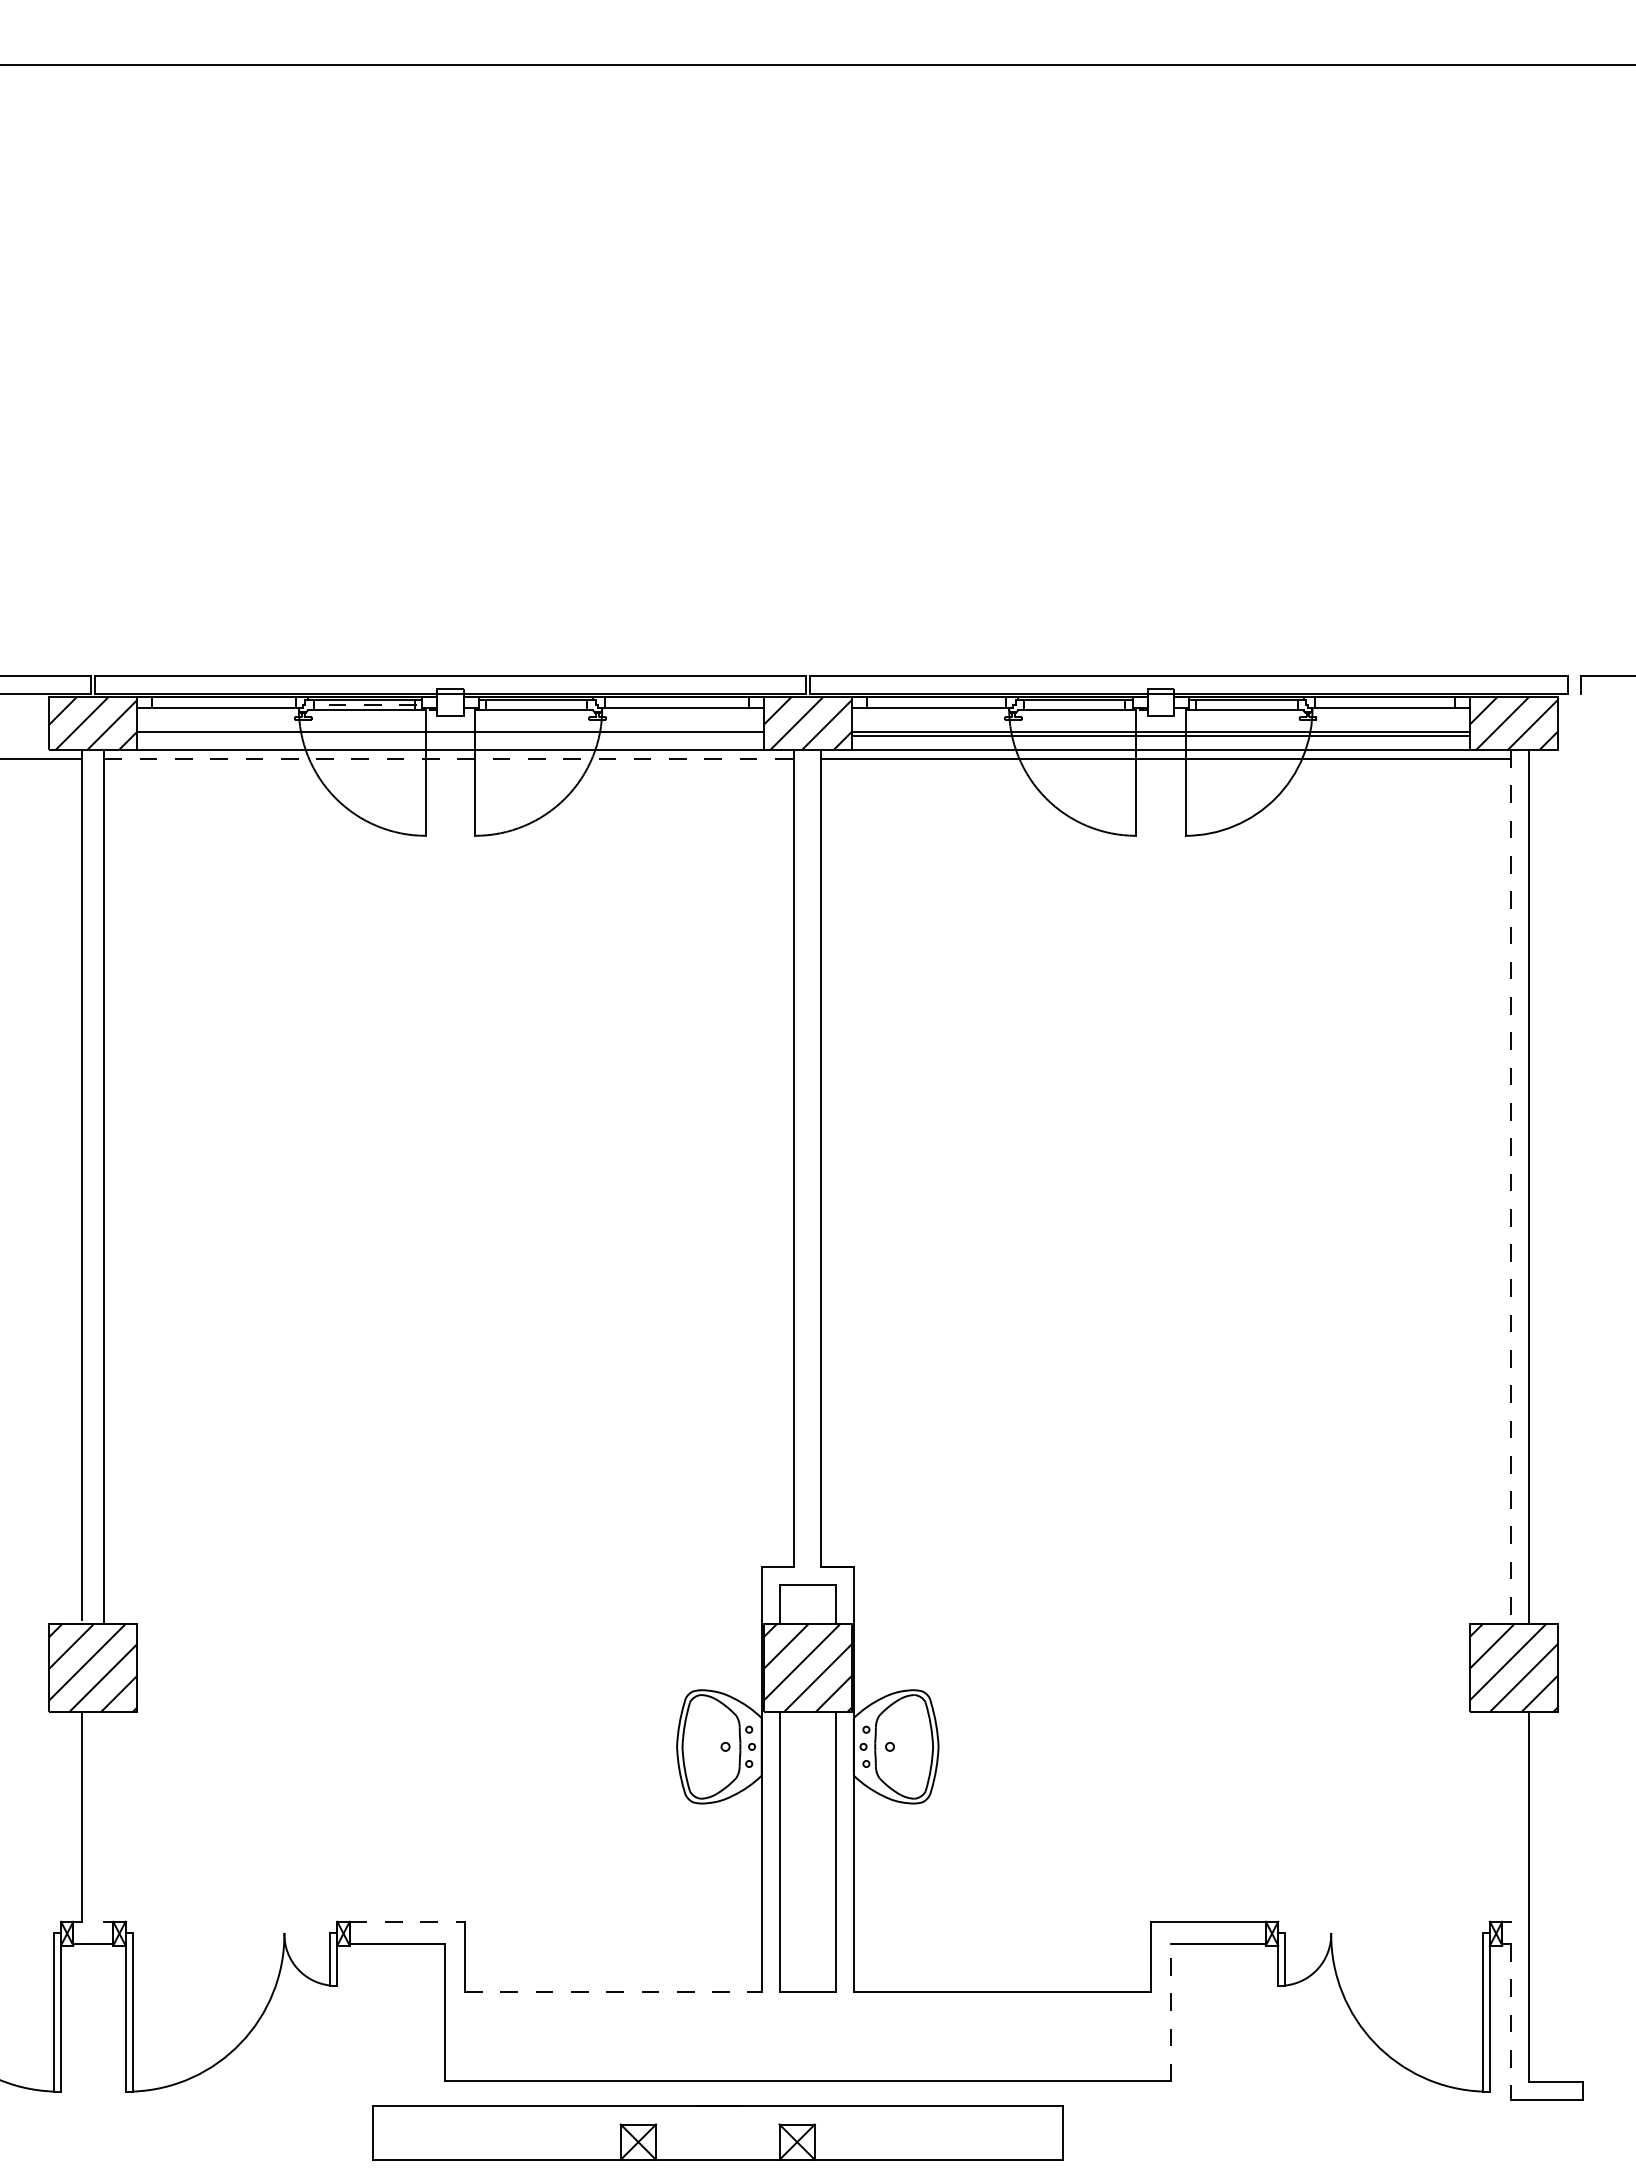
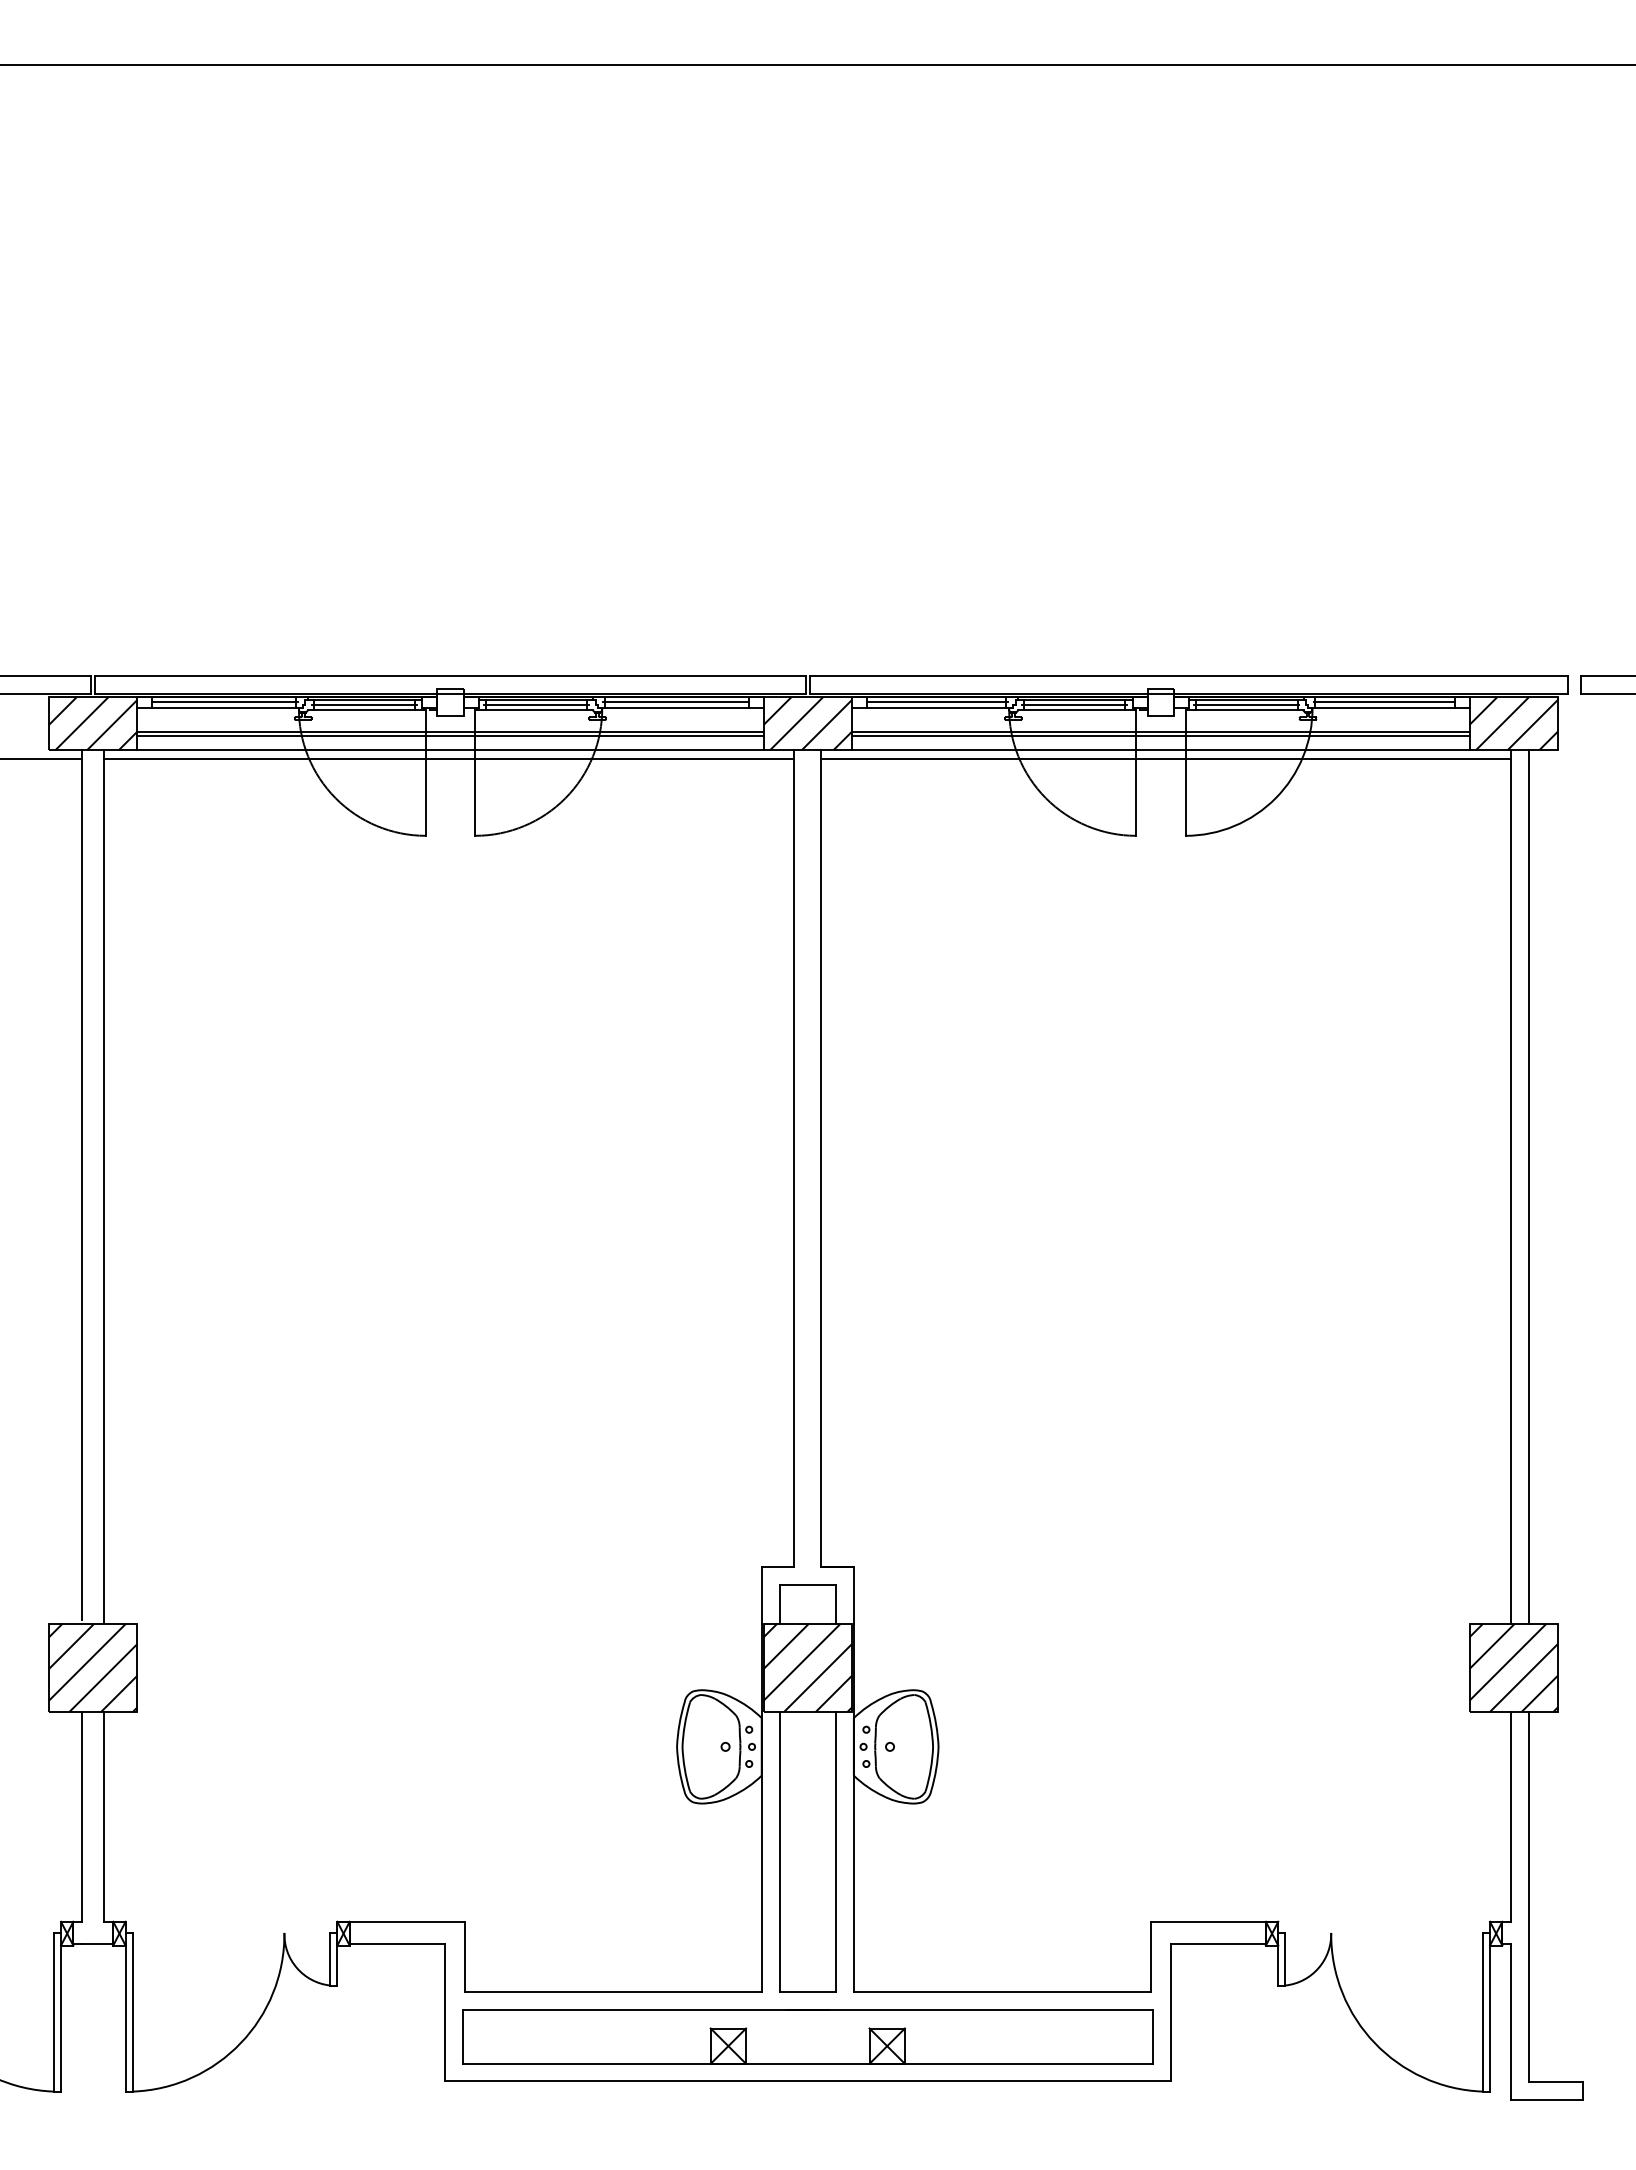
line at (1606, 693): none -> present
line at (224, 702): none -> present
line at (675, 702): none -> present
line at (936, 702): none -> present
line at (1383, 702): none -> present
line at (364, 705): dashed -> solid
line at (536, 705): none -> present
line at (1074, 705): none -> present
line at (1246, 705): none -> present
line at (450, 735): none -> present
line at (449, 758): dashed -> solid
line at (1511, 1186): dashed -> solid
line at (104, 1816): none -> present
line at (1511, 1816): none -> present
line at (407, 1921): dashed -> solid
line at (614, 1992): dashed -> solid
line at (1170, 2012): dashed -> solid
line at (1511, 2022): dashed -> solid
part at (717, 2132) position: (717, 2132) -> (807, 2036)
